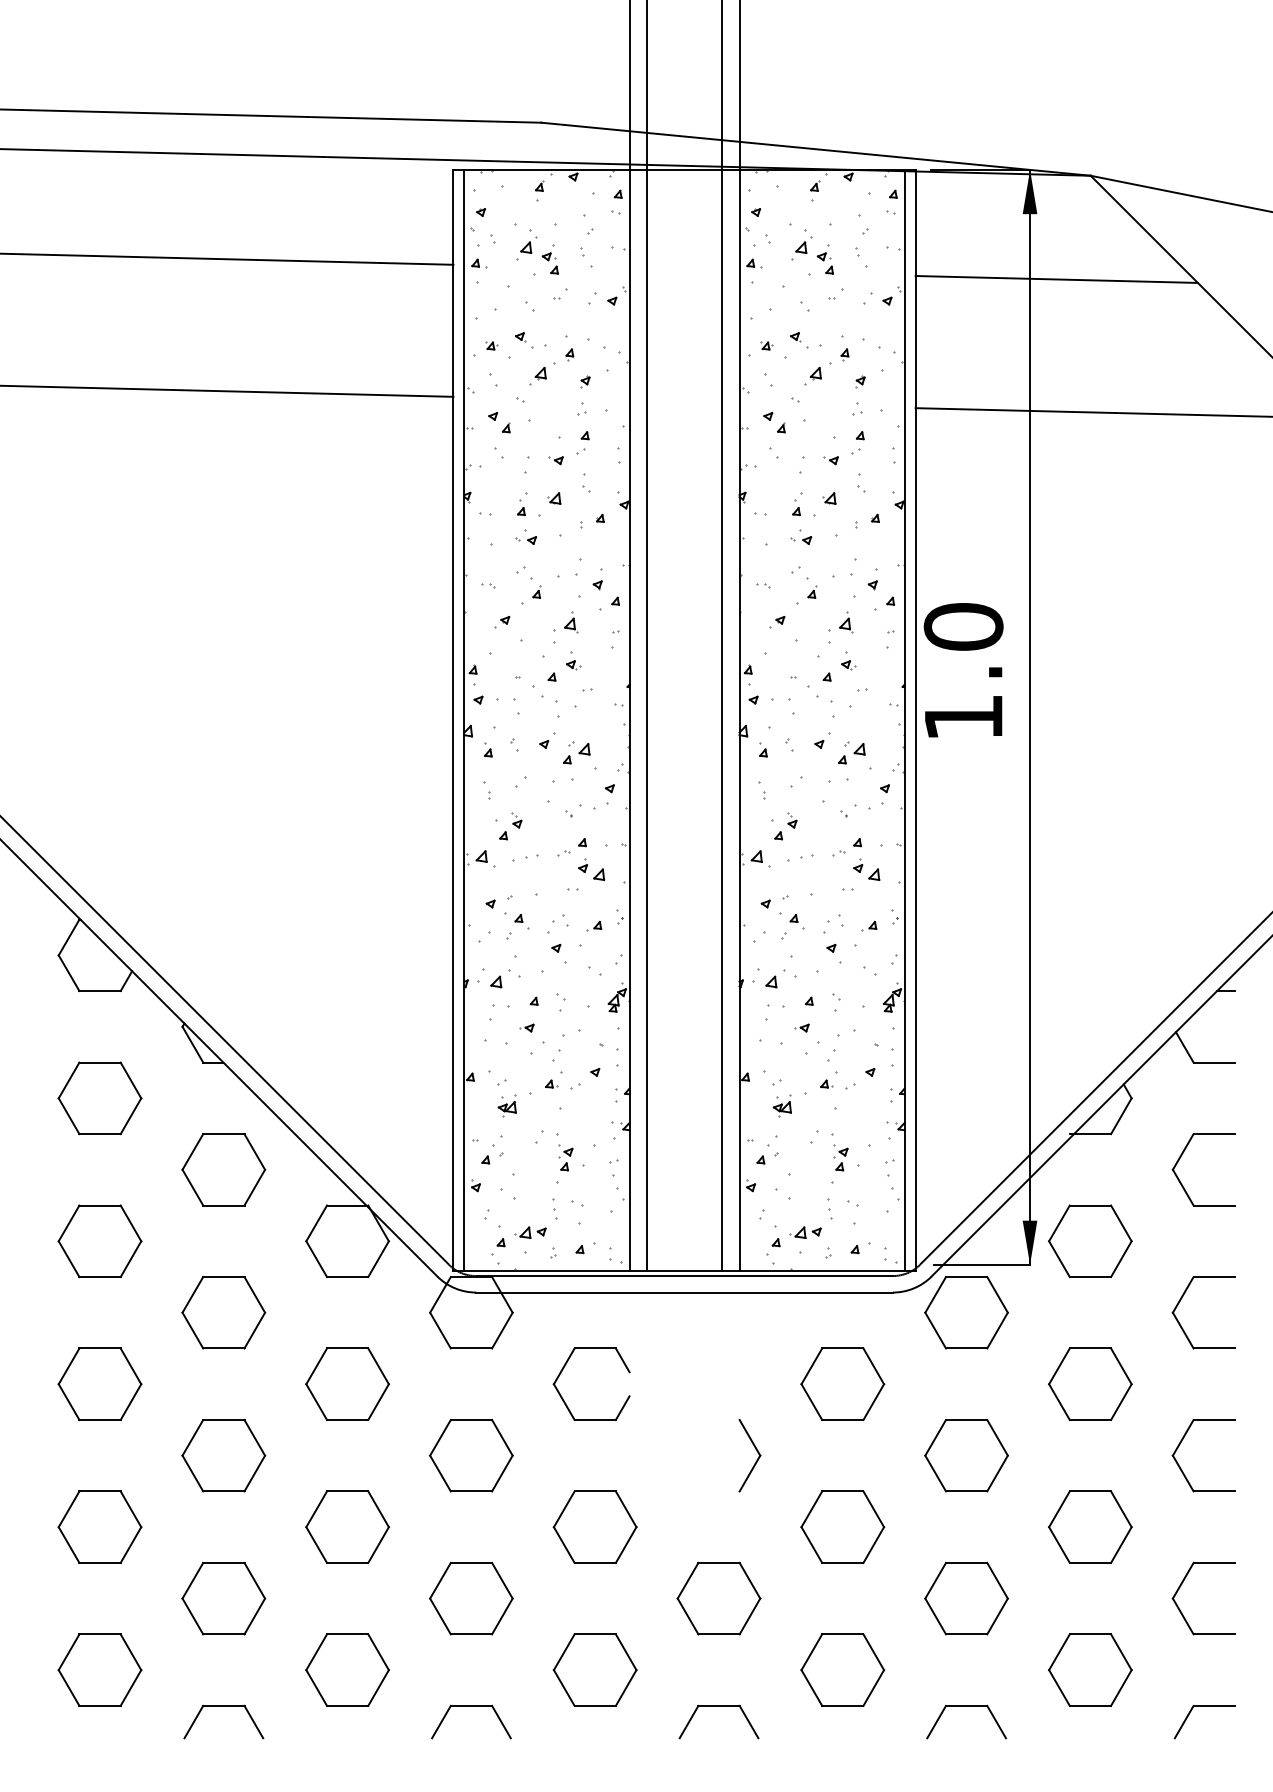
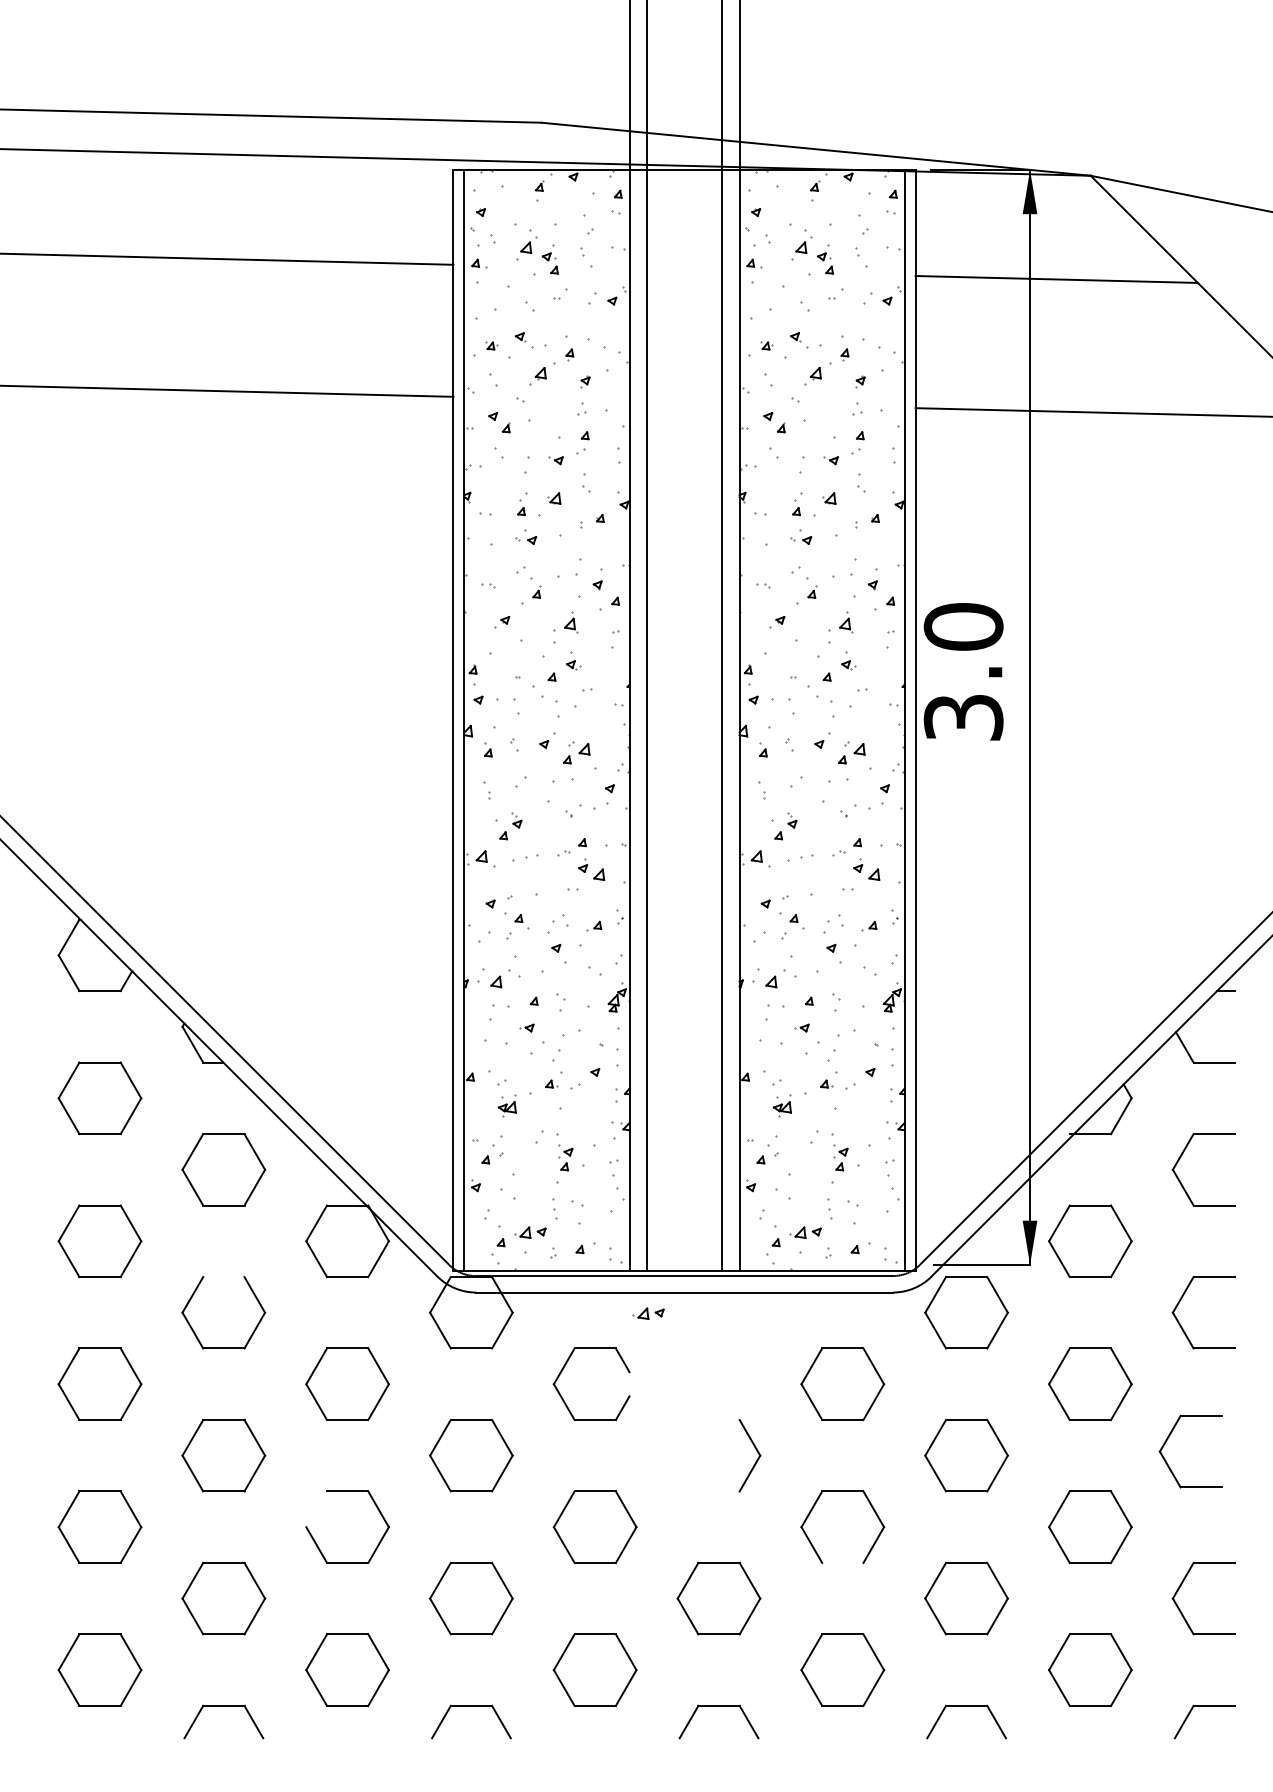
text at (963, 717): 1.0 -> 3.0
line at (223, 1277): present -> none
part at (648, 1313): none -> present
part at (1181, 1443) position: (1181, 1443) -> (1168, 1439)
line at (316, 1509): present -> none
line at (842, 1562): present -> none
